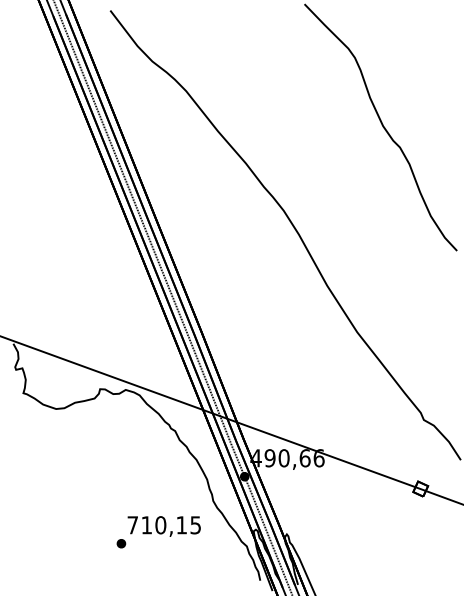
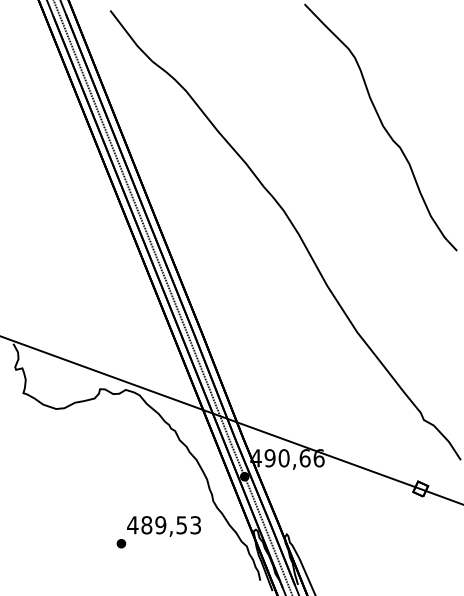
text at (163, 525): 710,15 -> 489,53
